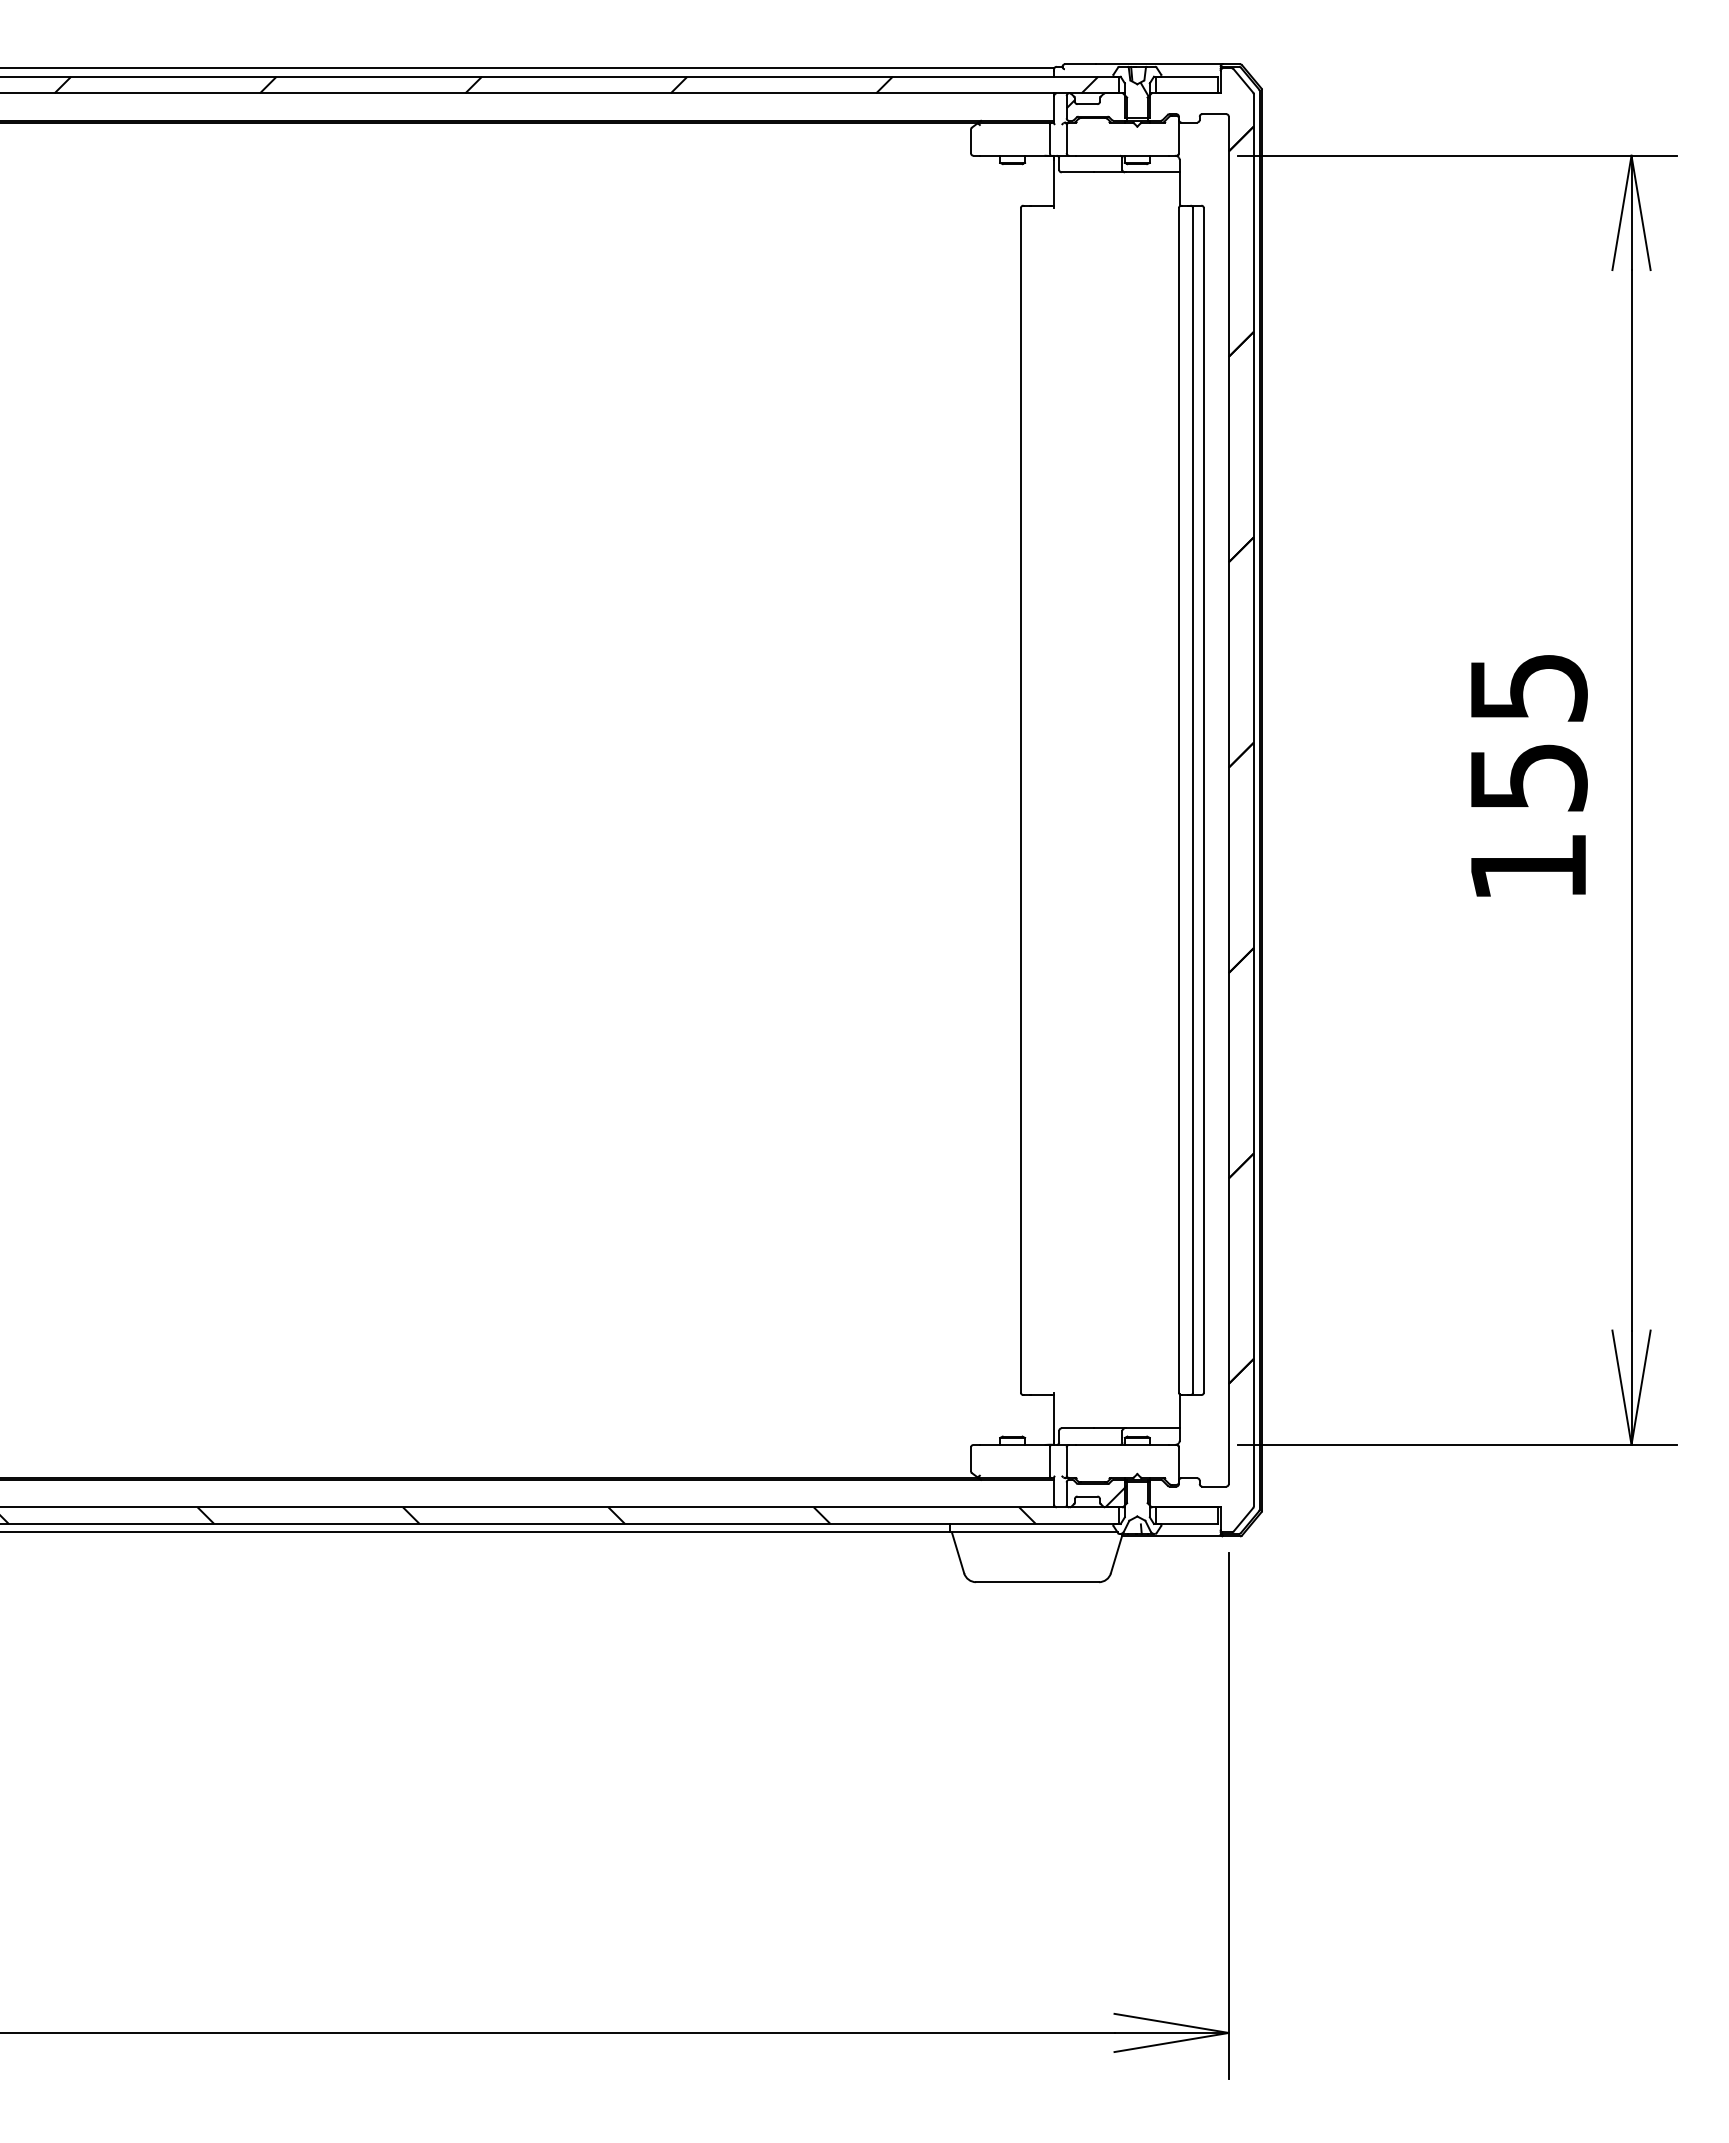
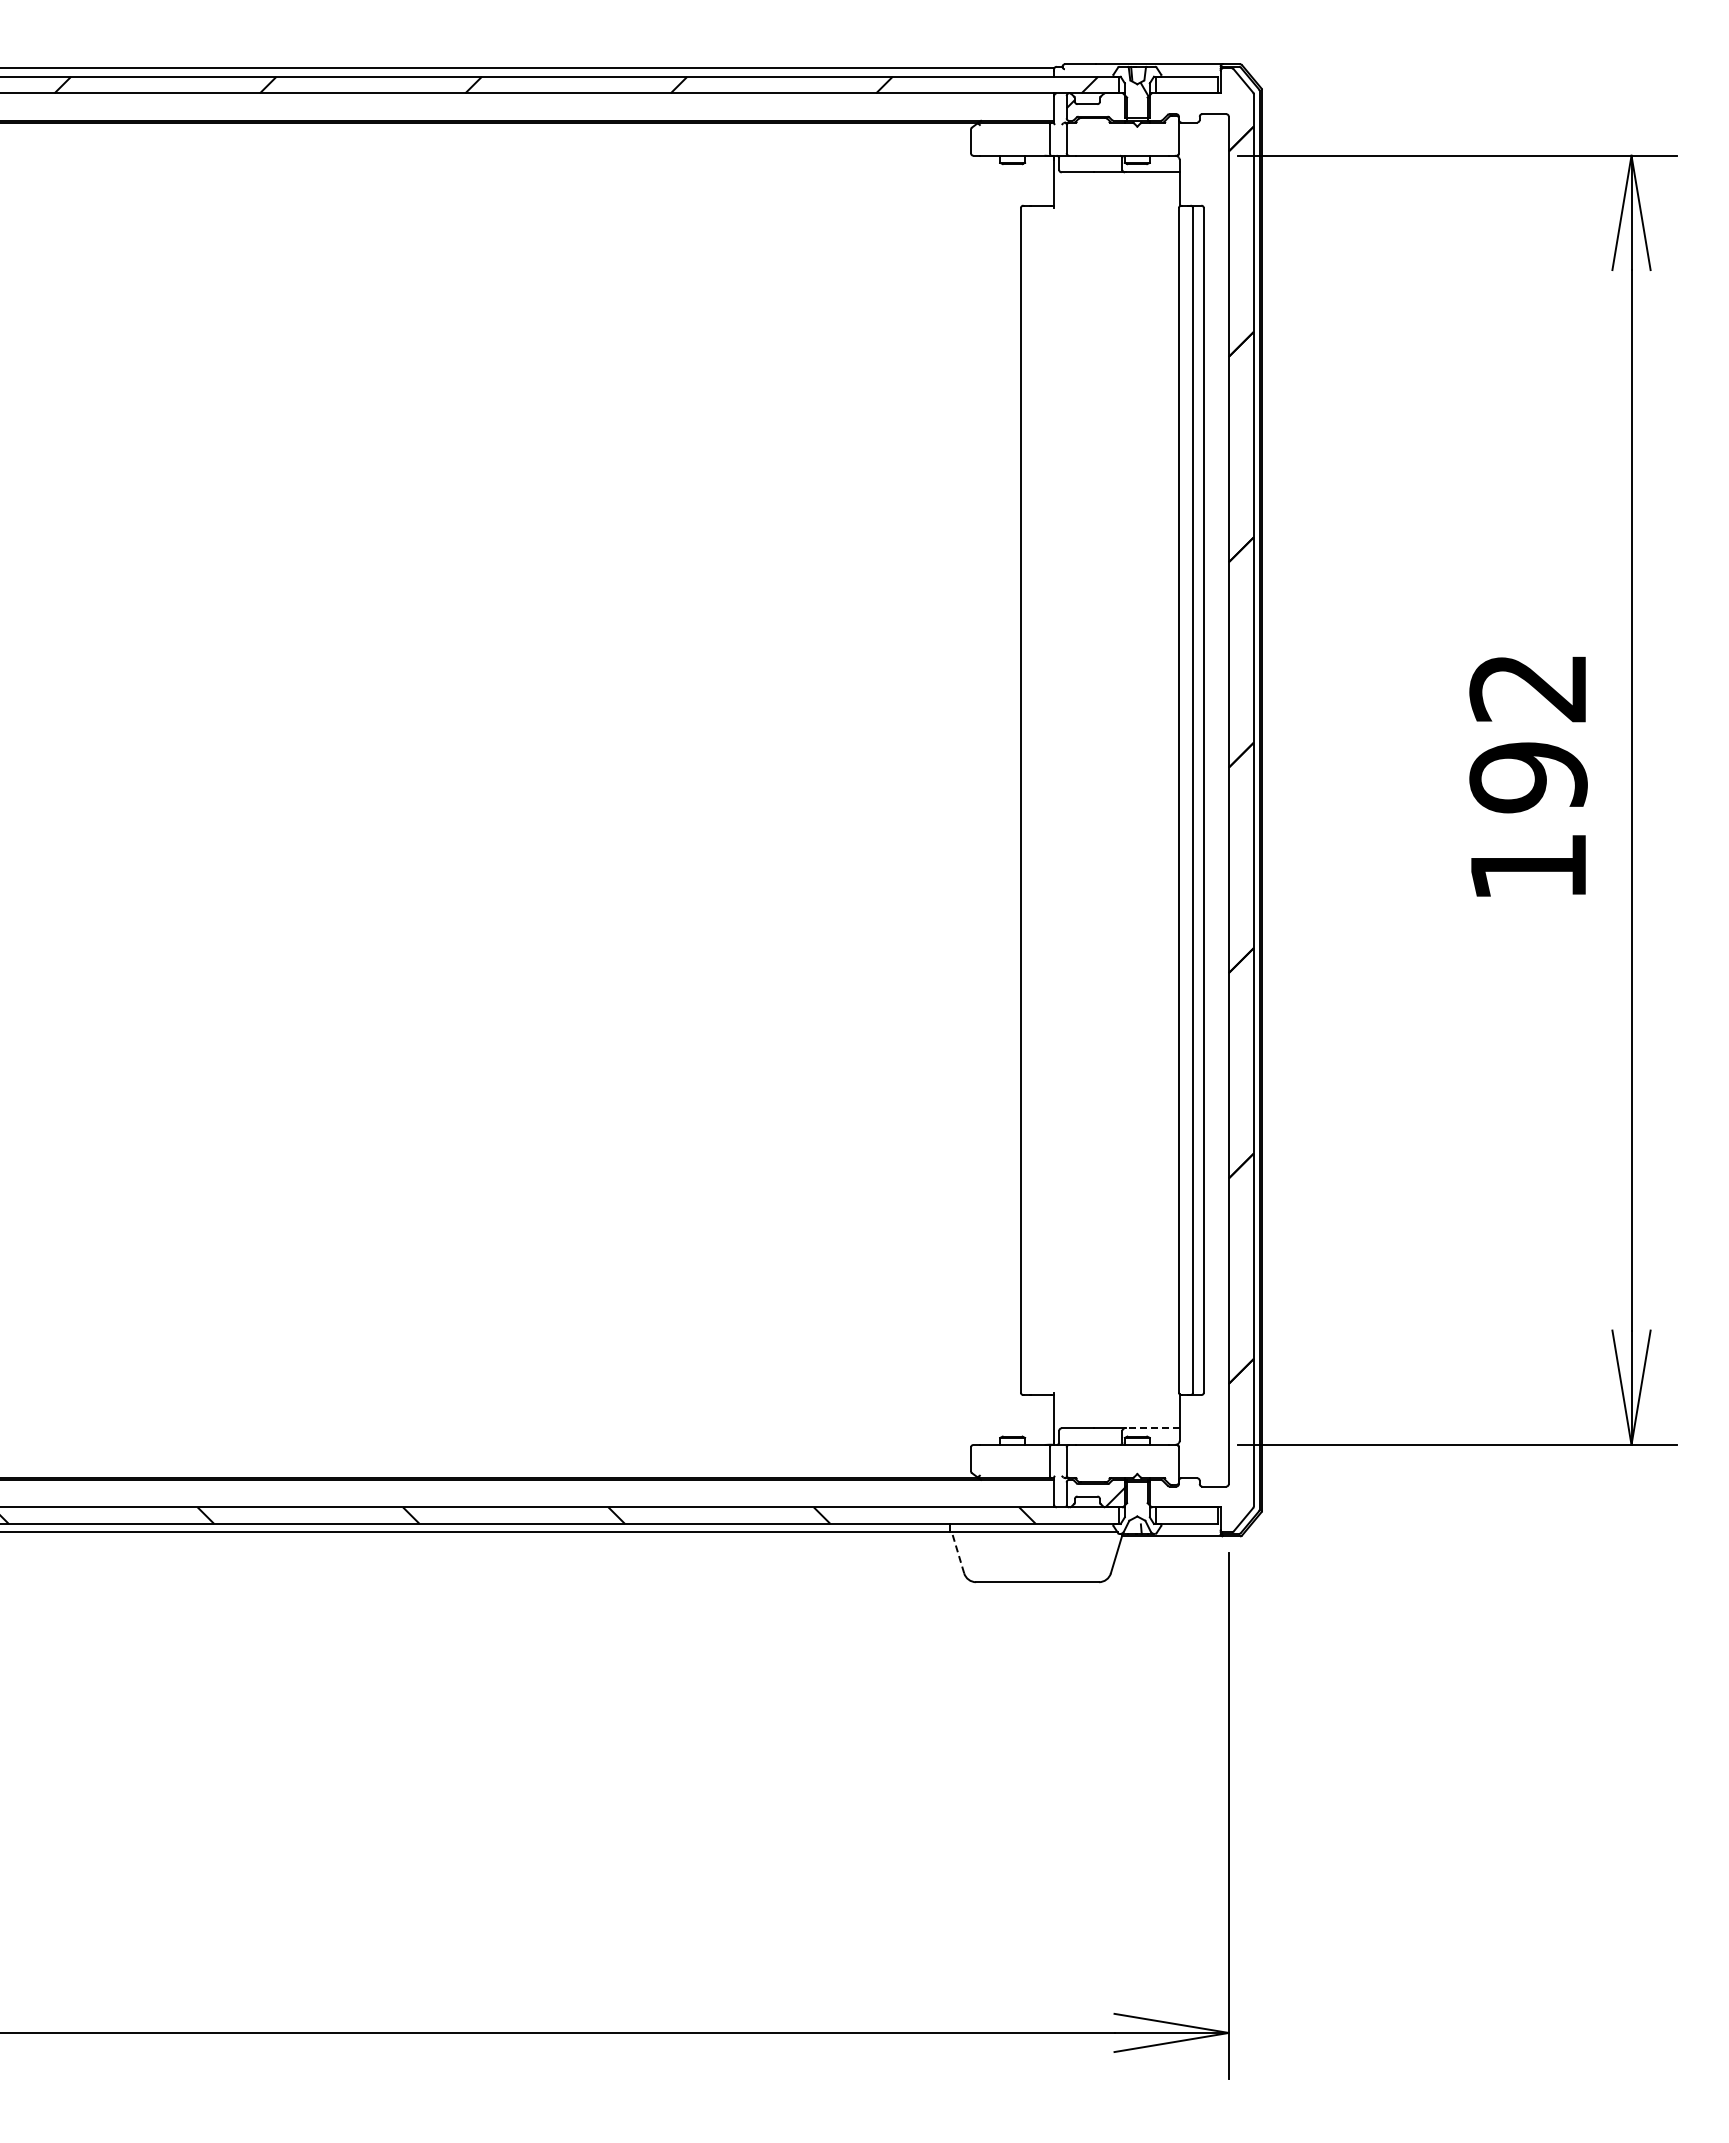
text at (1528, 734): 155 -> 192
line at (1153, 1428): solid -> dashed
line at (957, 1552): solid -> dashed
